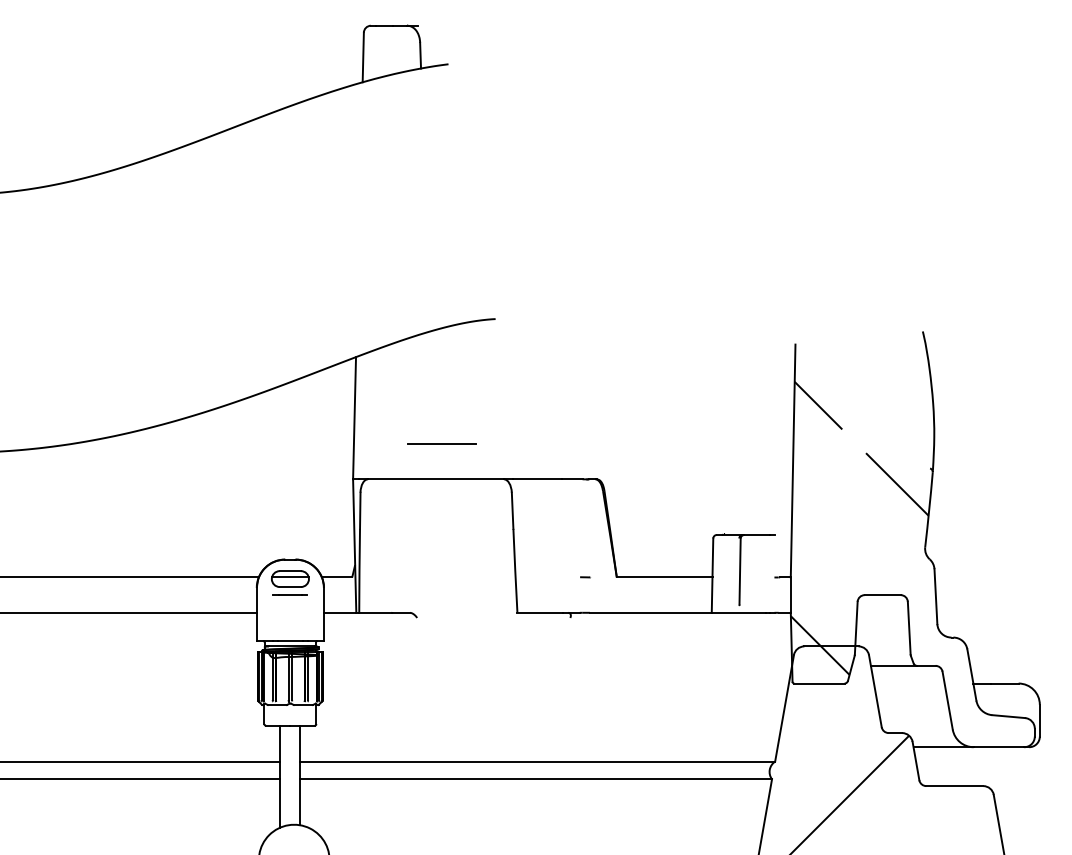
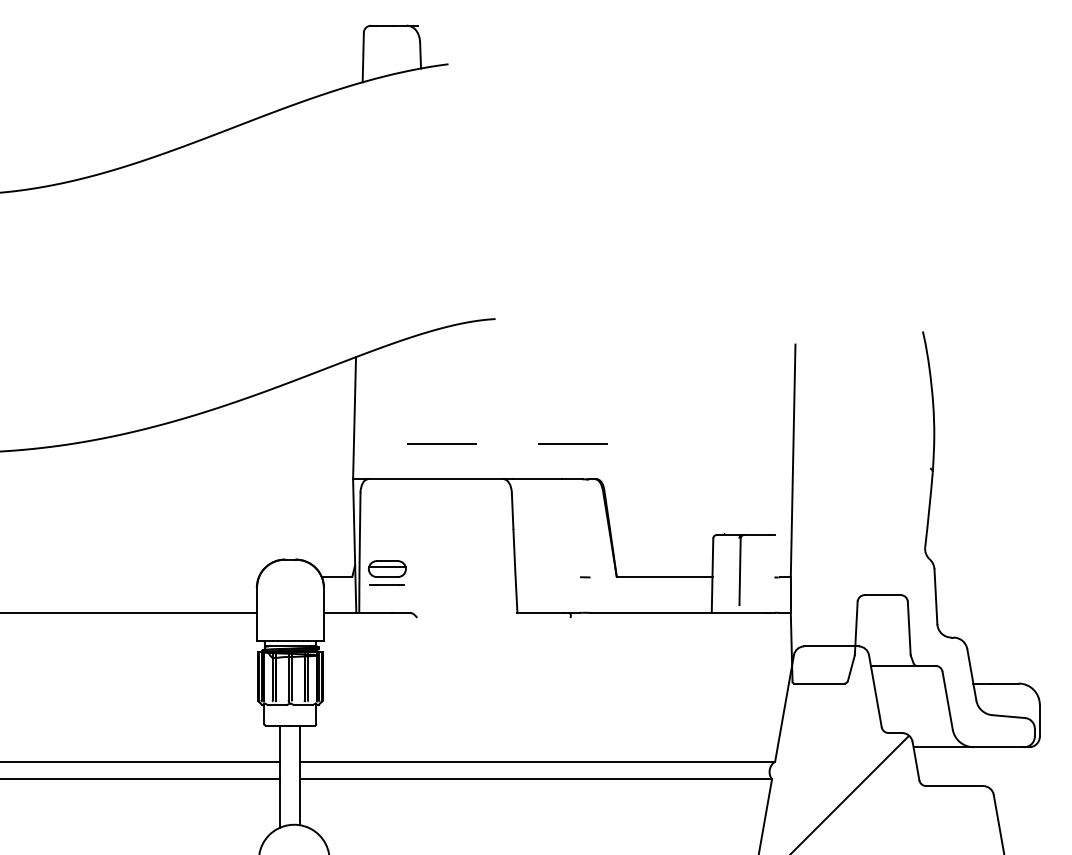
line at (572, 443): none -> present
hatch at (859, 527): present -> none
line at (130, 577): present -> none
part at (290, 582) position: (290, 582) -> (387, 572)
